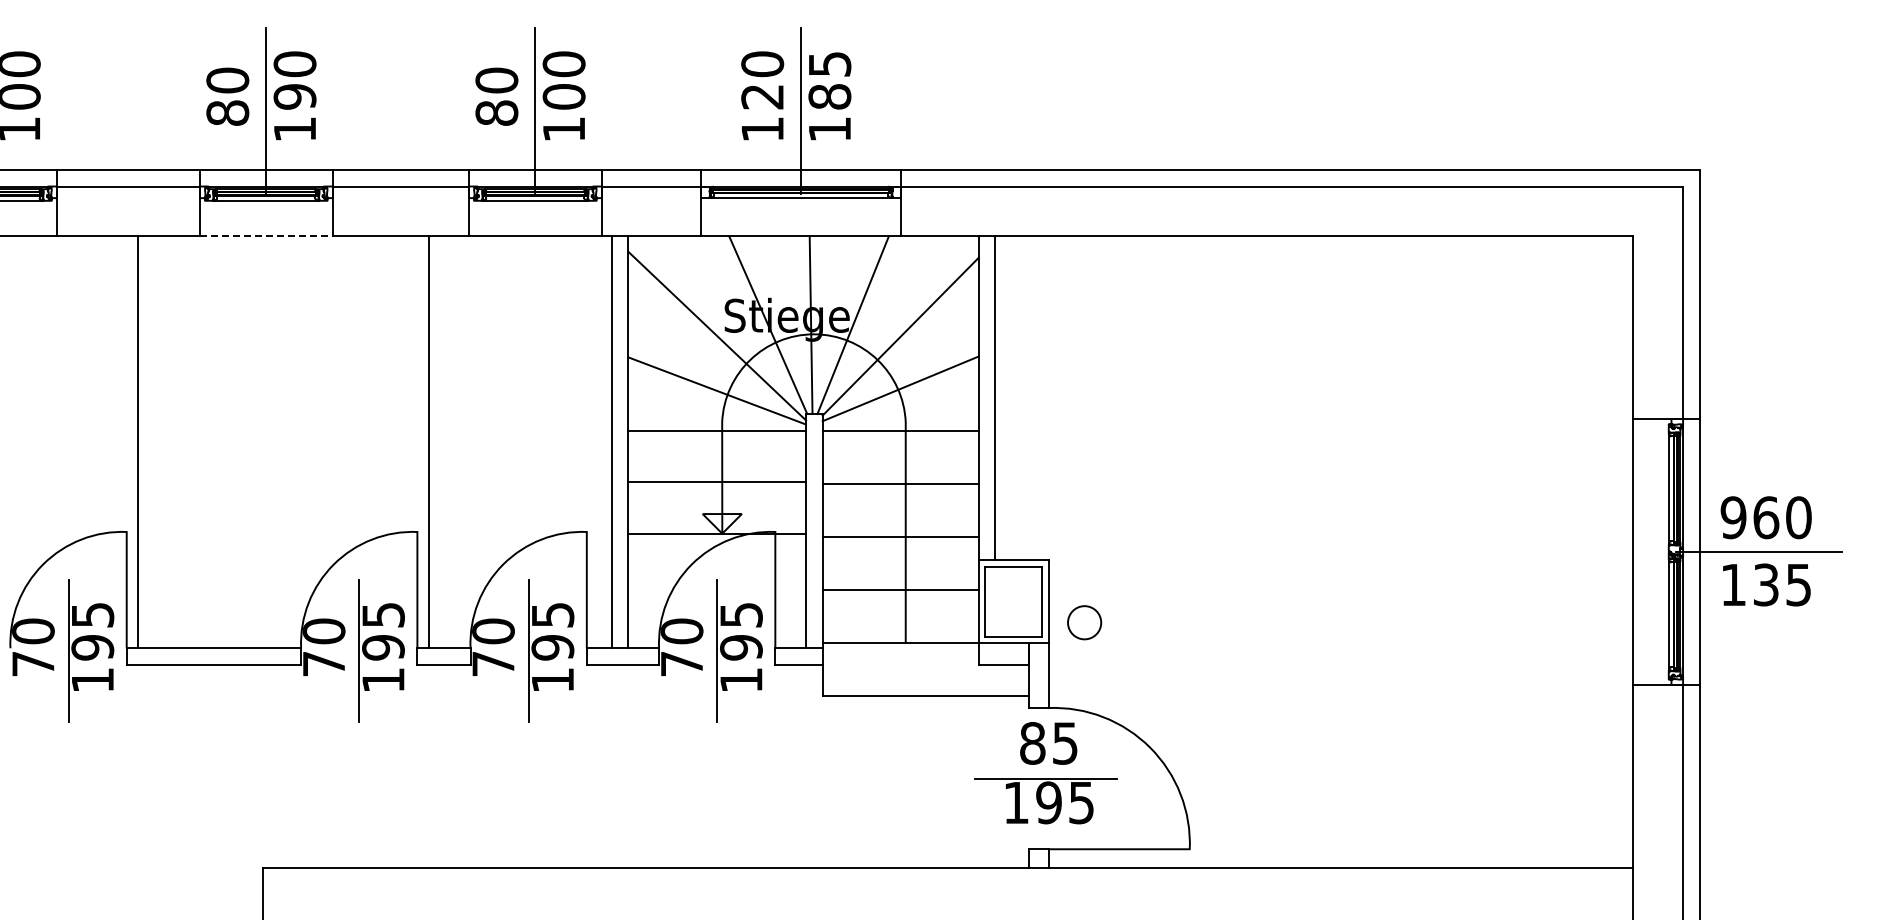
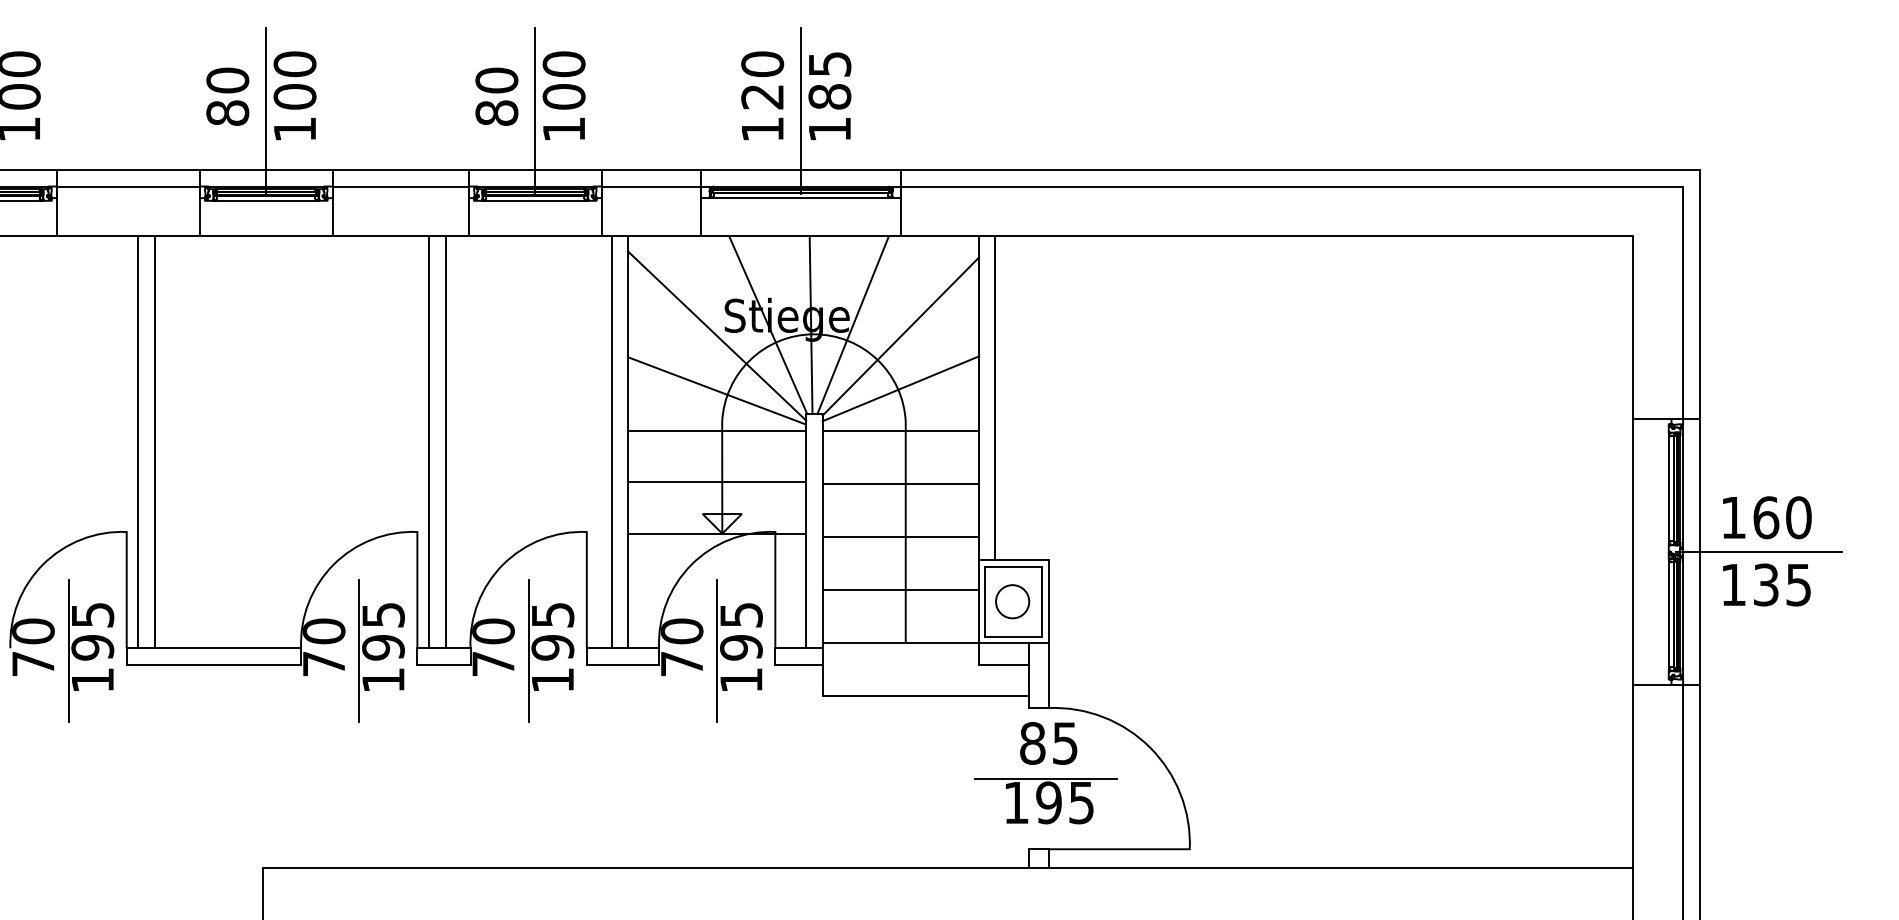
text at (294, 96): 190 -> 100
line at (266, 236): dashed -> solid
line at (154, 442): none -> present
line at (445, 442): none -> present
text at (1733, 517): 960 -> 160
circle at (1084, 622) position: (1084, 622) -> (1012, 601)
